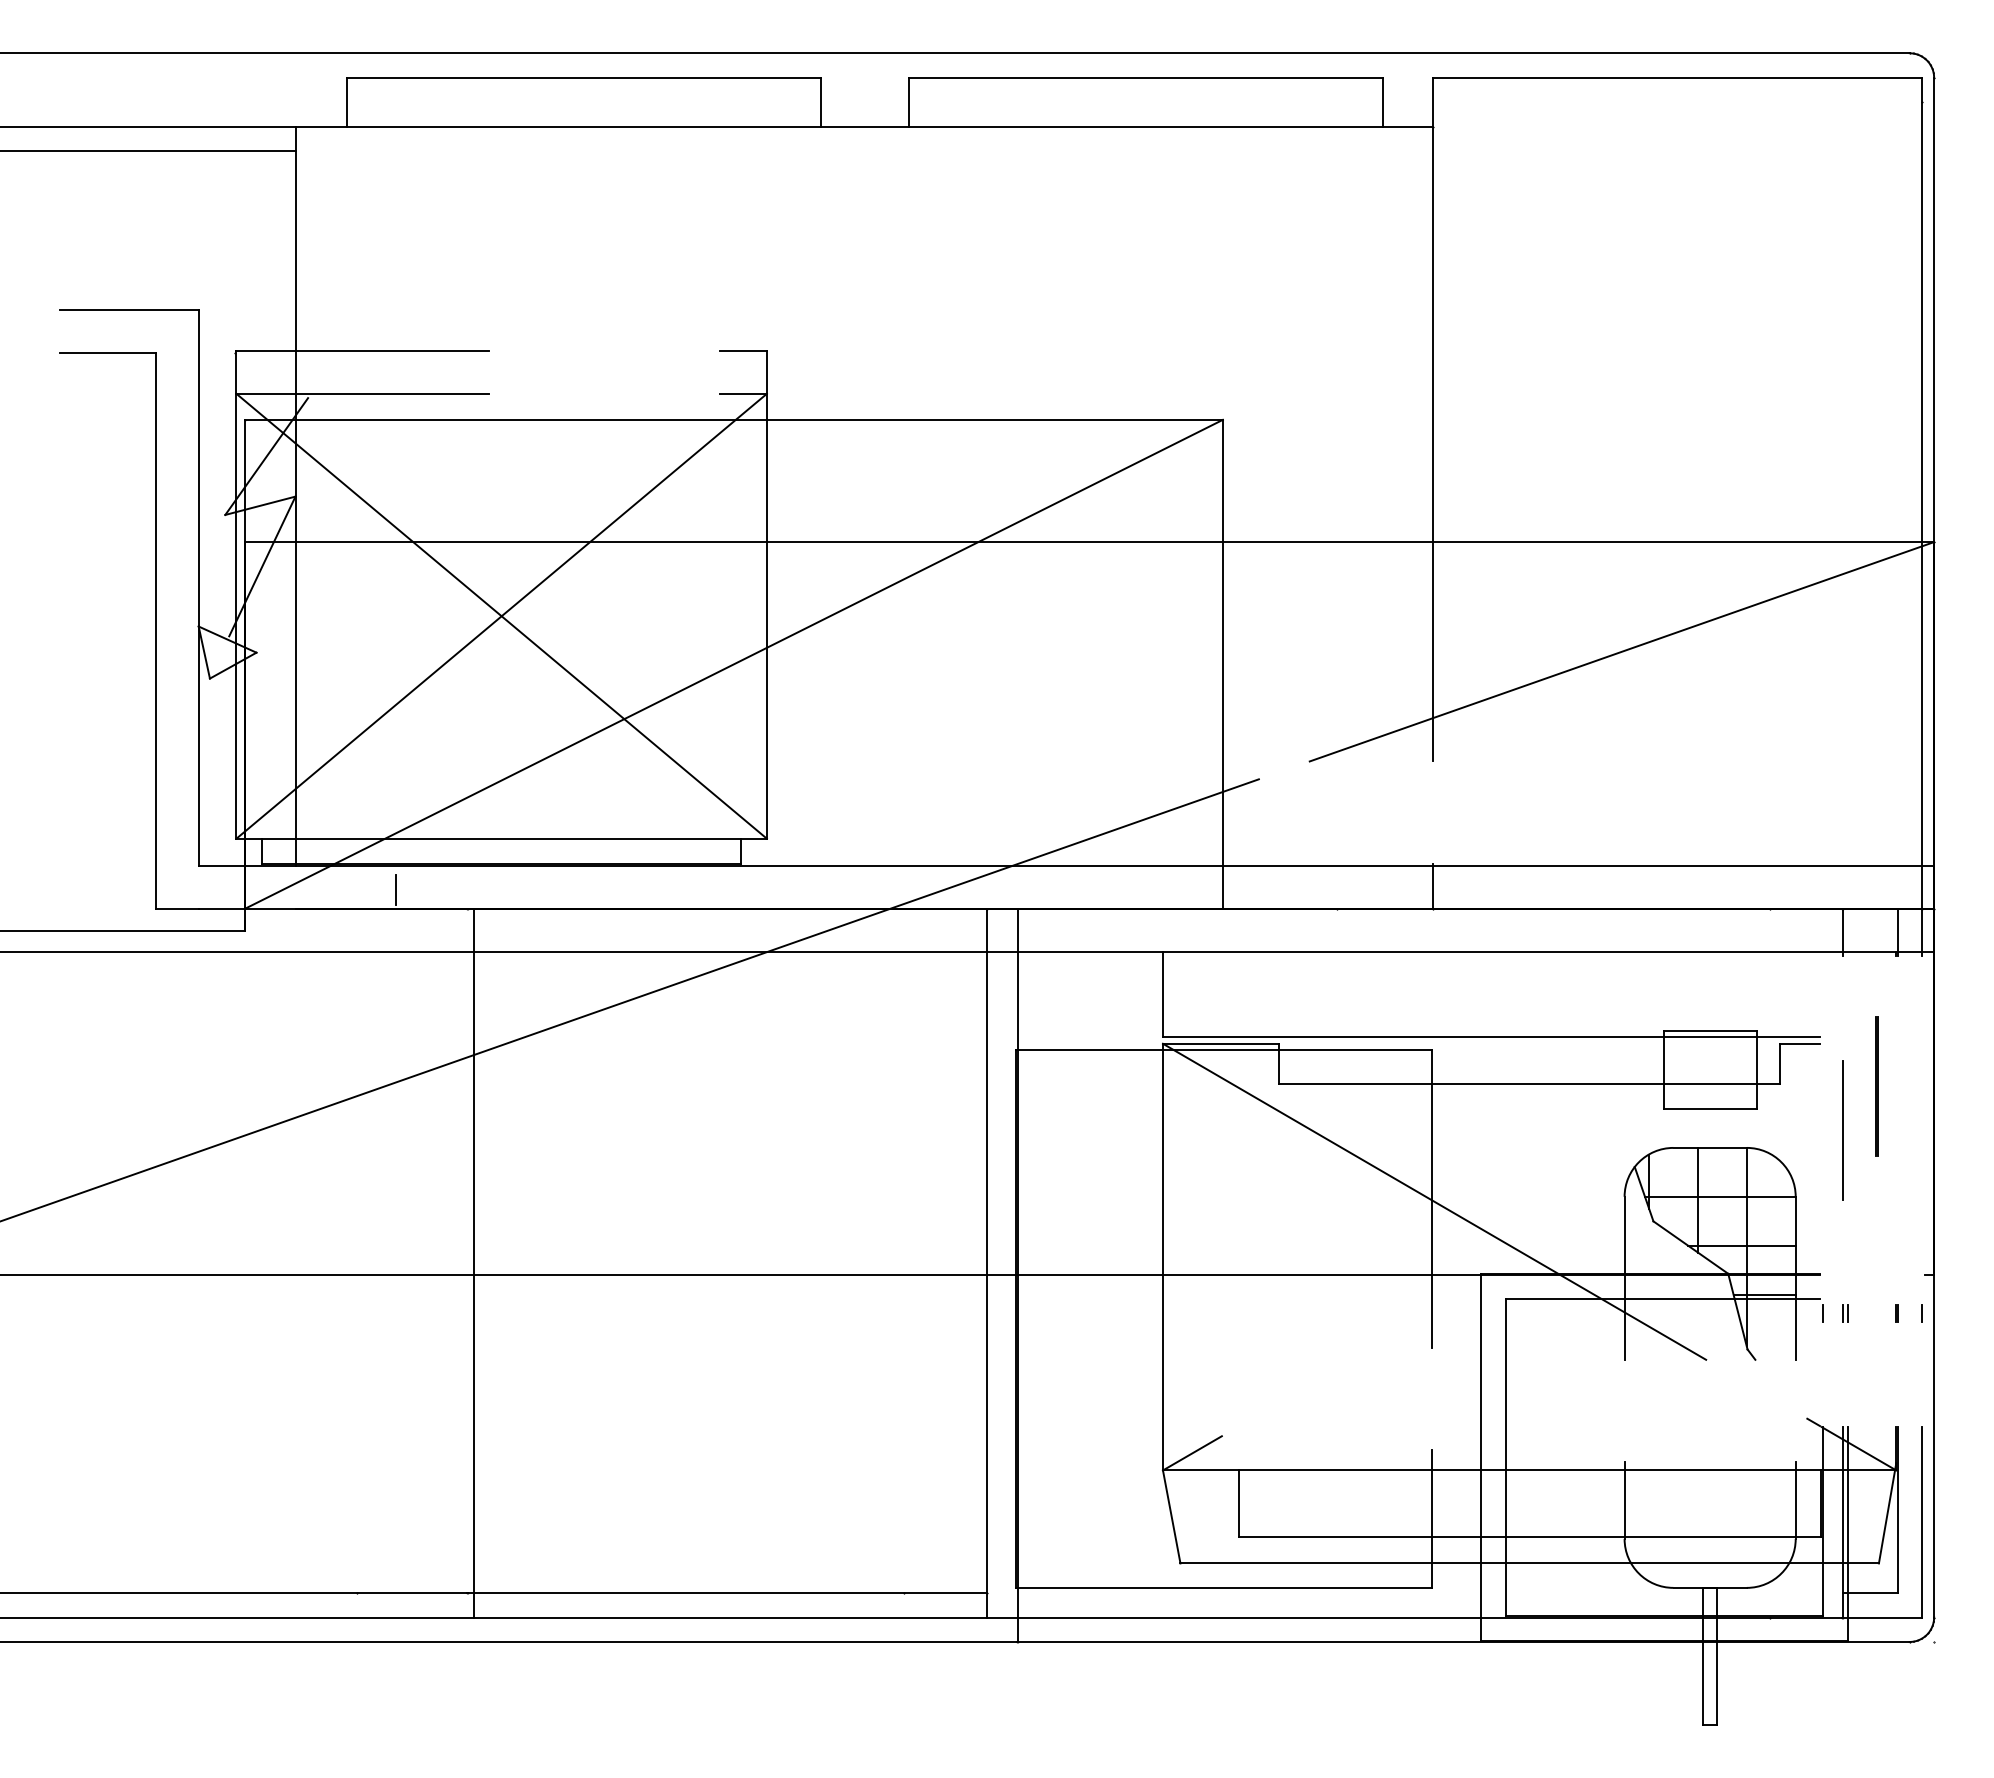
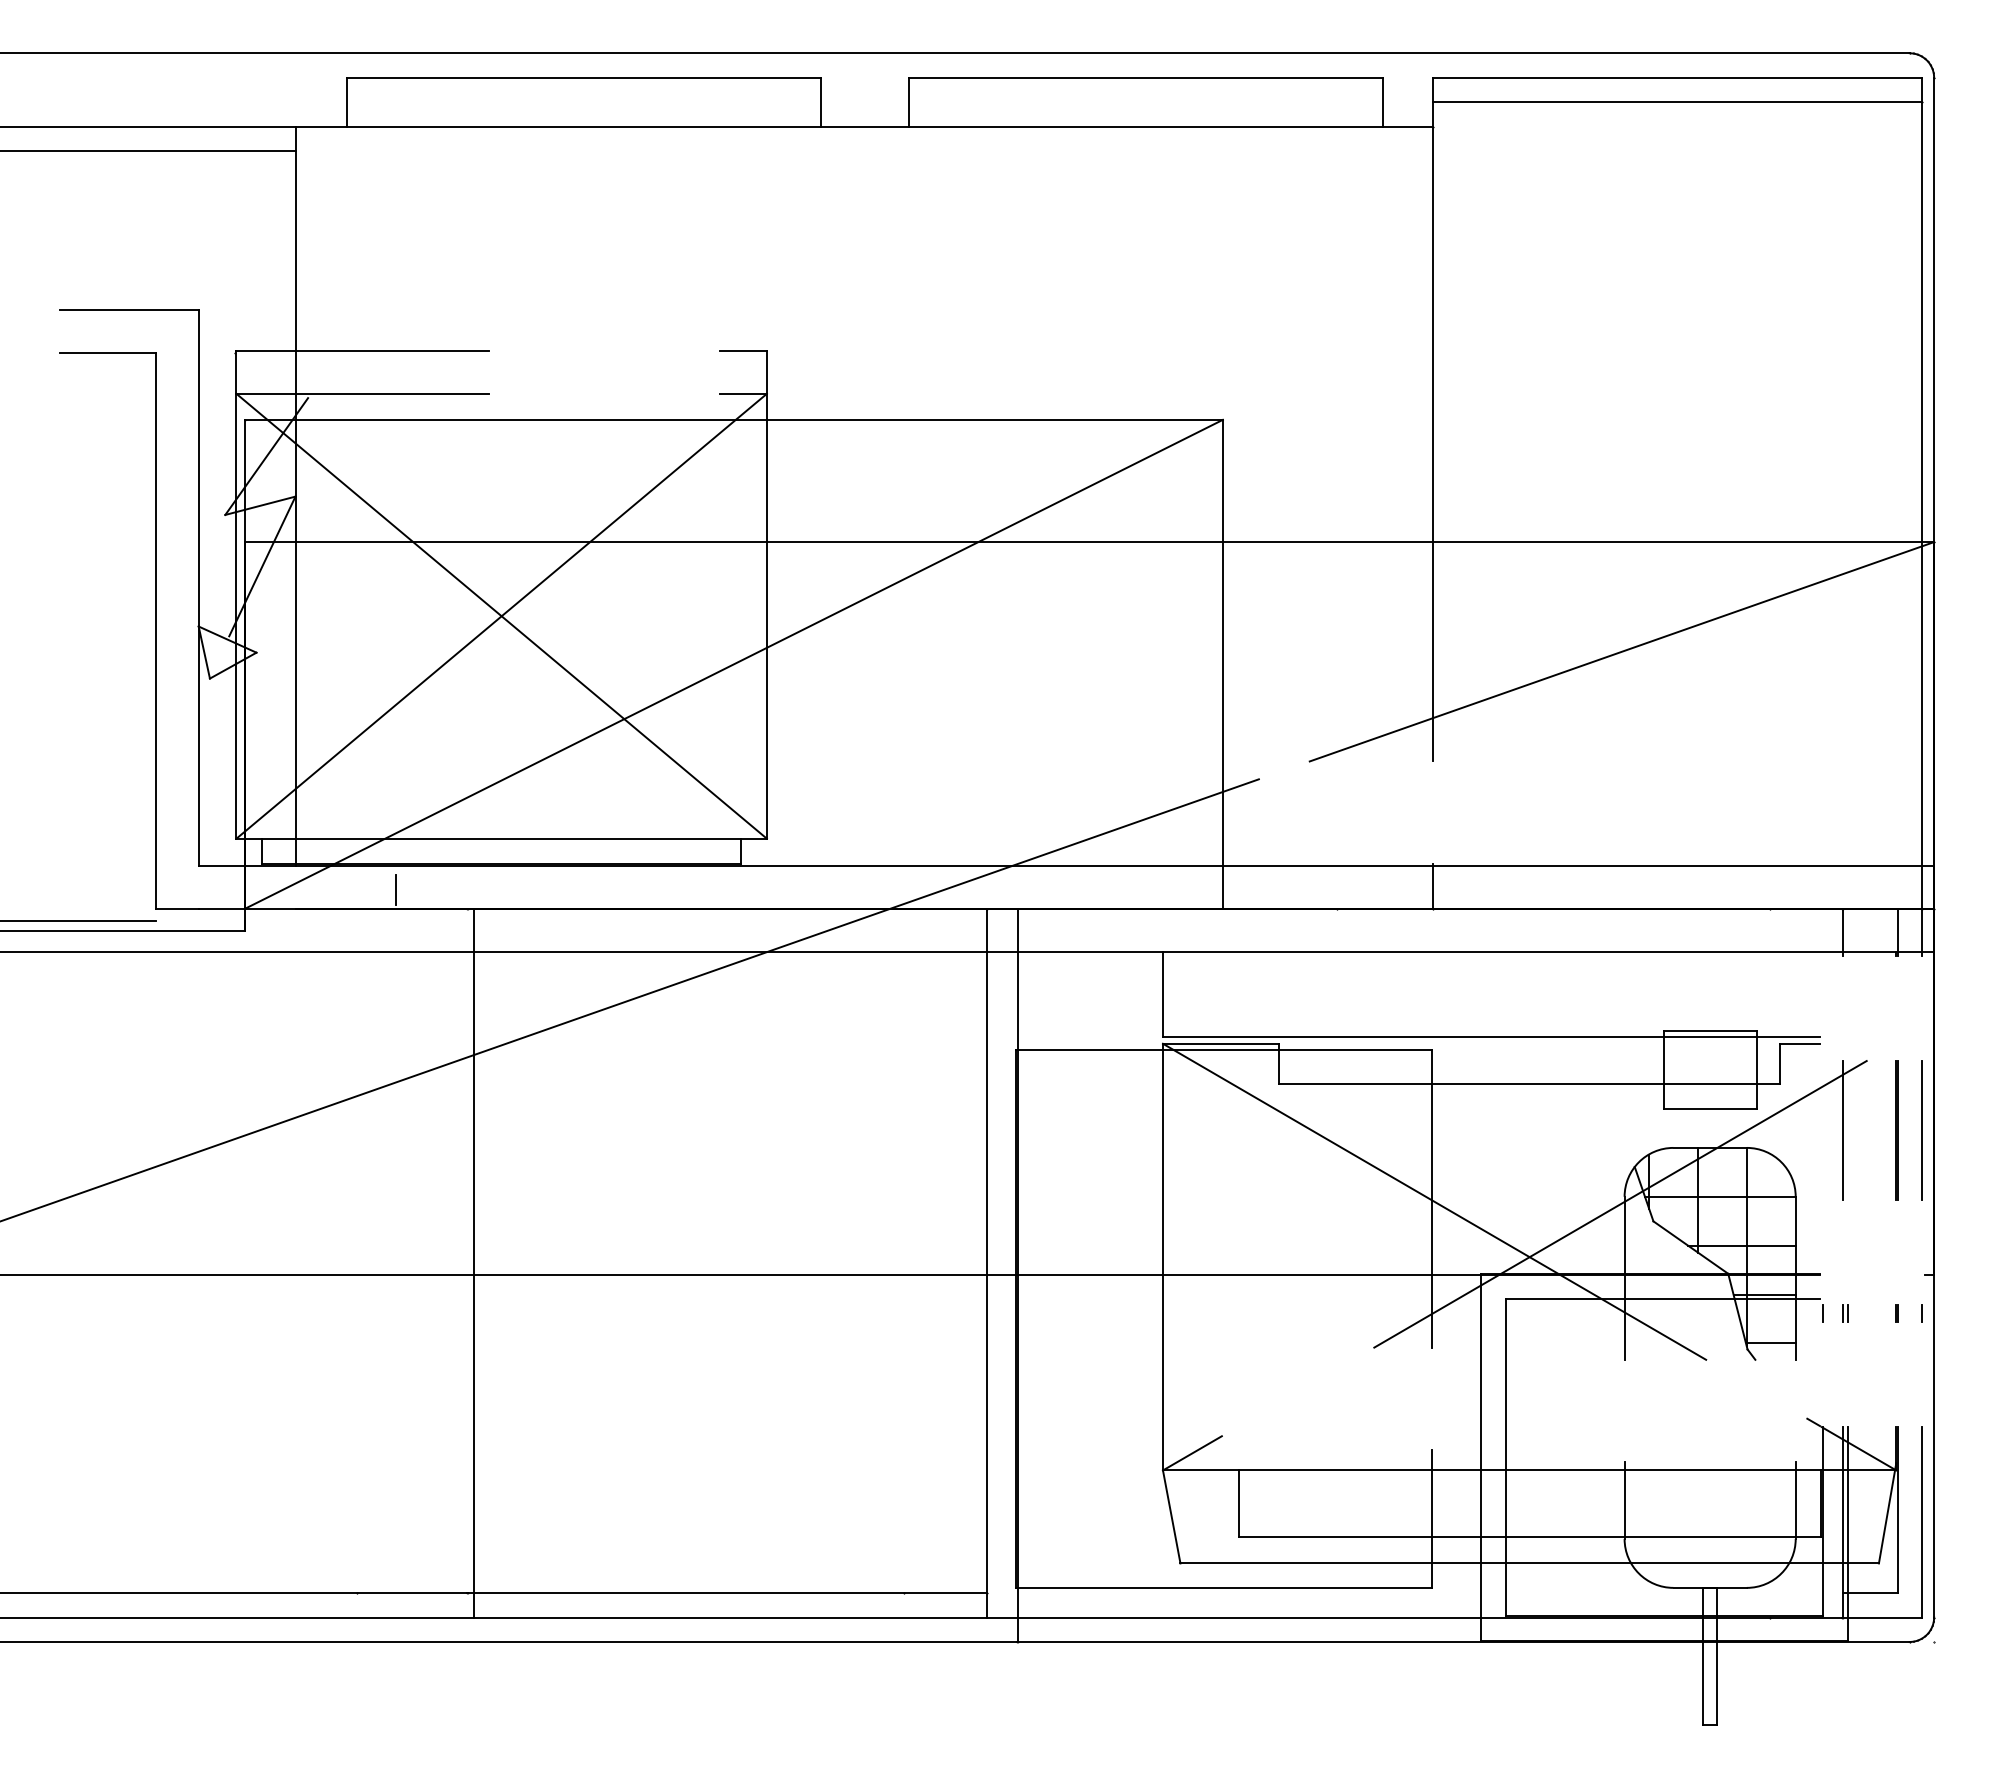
line at (1677, 102): none -> present
line at (78, 920): none -> present
line at (1876, 1086) position: (1876, 1086) -> (1896, 1130)
line at (1921, 1130): none -> present
line at (1620, 1204): none -> present
line at (1770, 1343): none -> present
